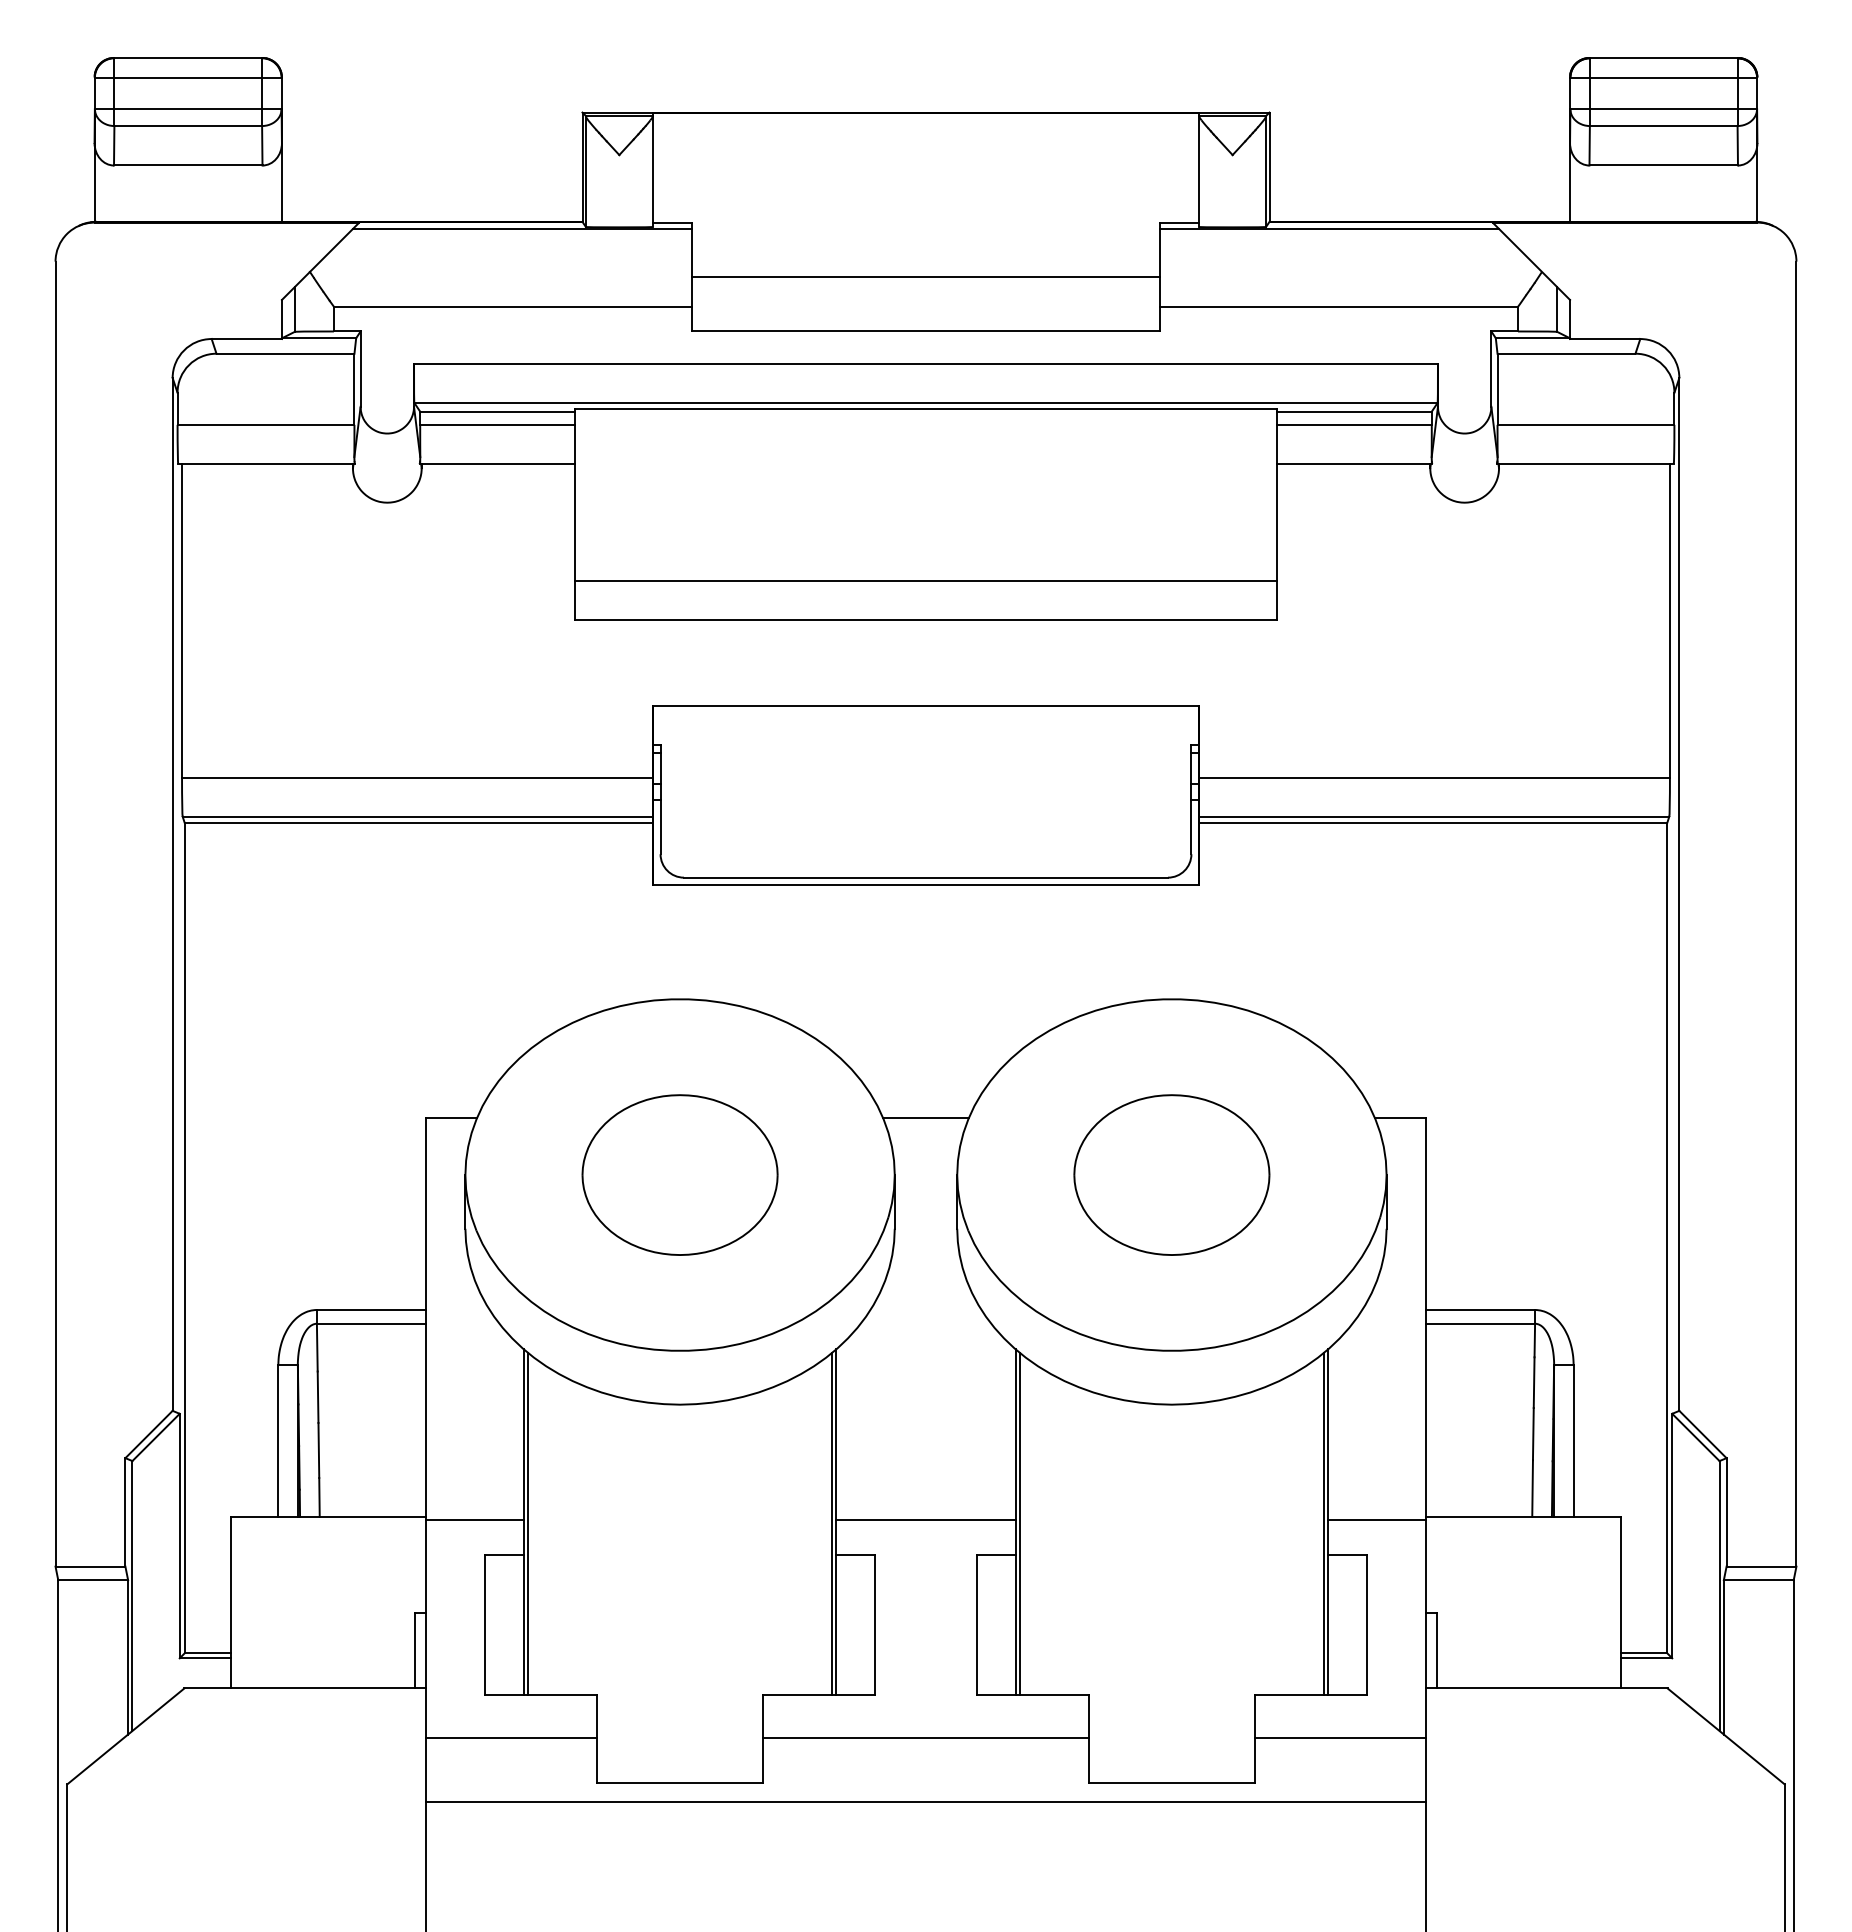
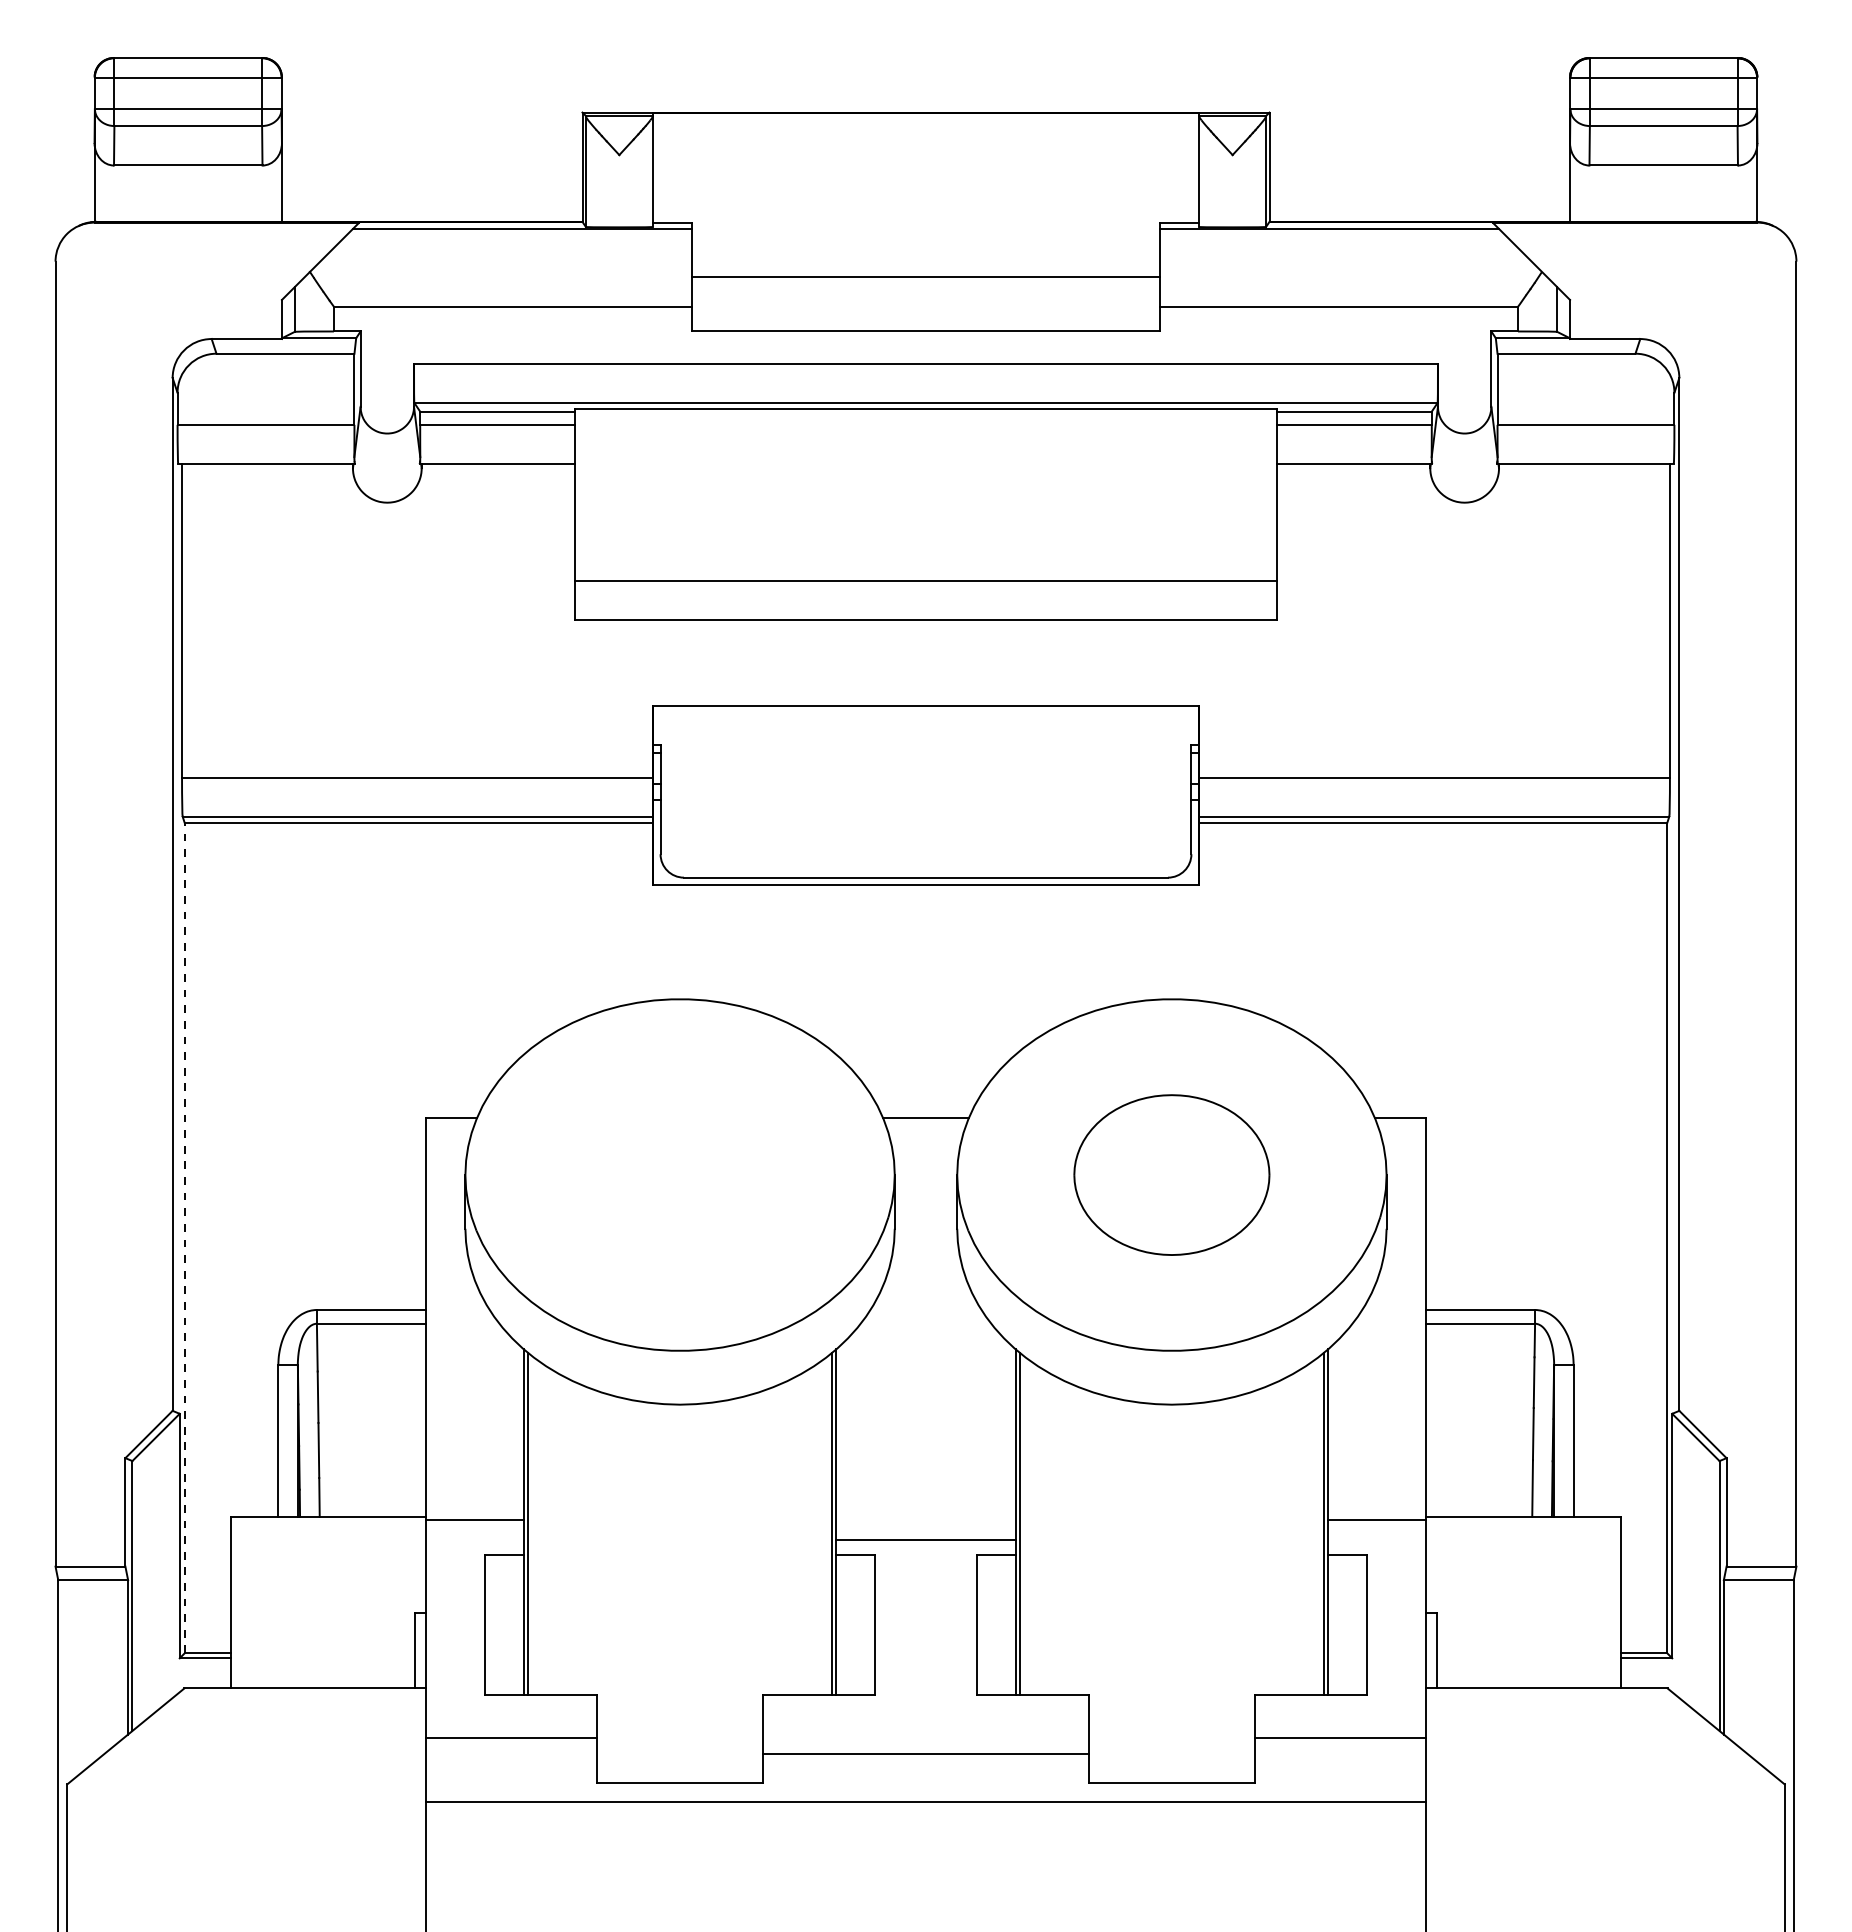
part at (679, 1174): present -> none
line at (184, 1237): solid -> dashed
line at (925, 1520) position: (925, 1520) -> (925, 1540)
line at (925, 1737) position: (925, 1737) -> (925, 1753)
